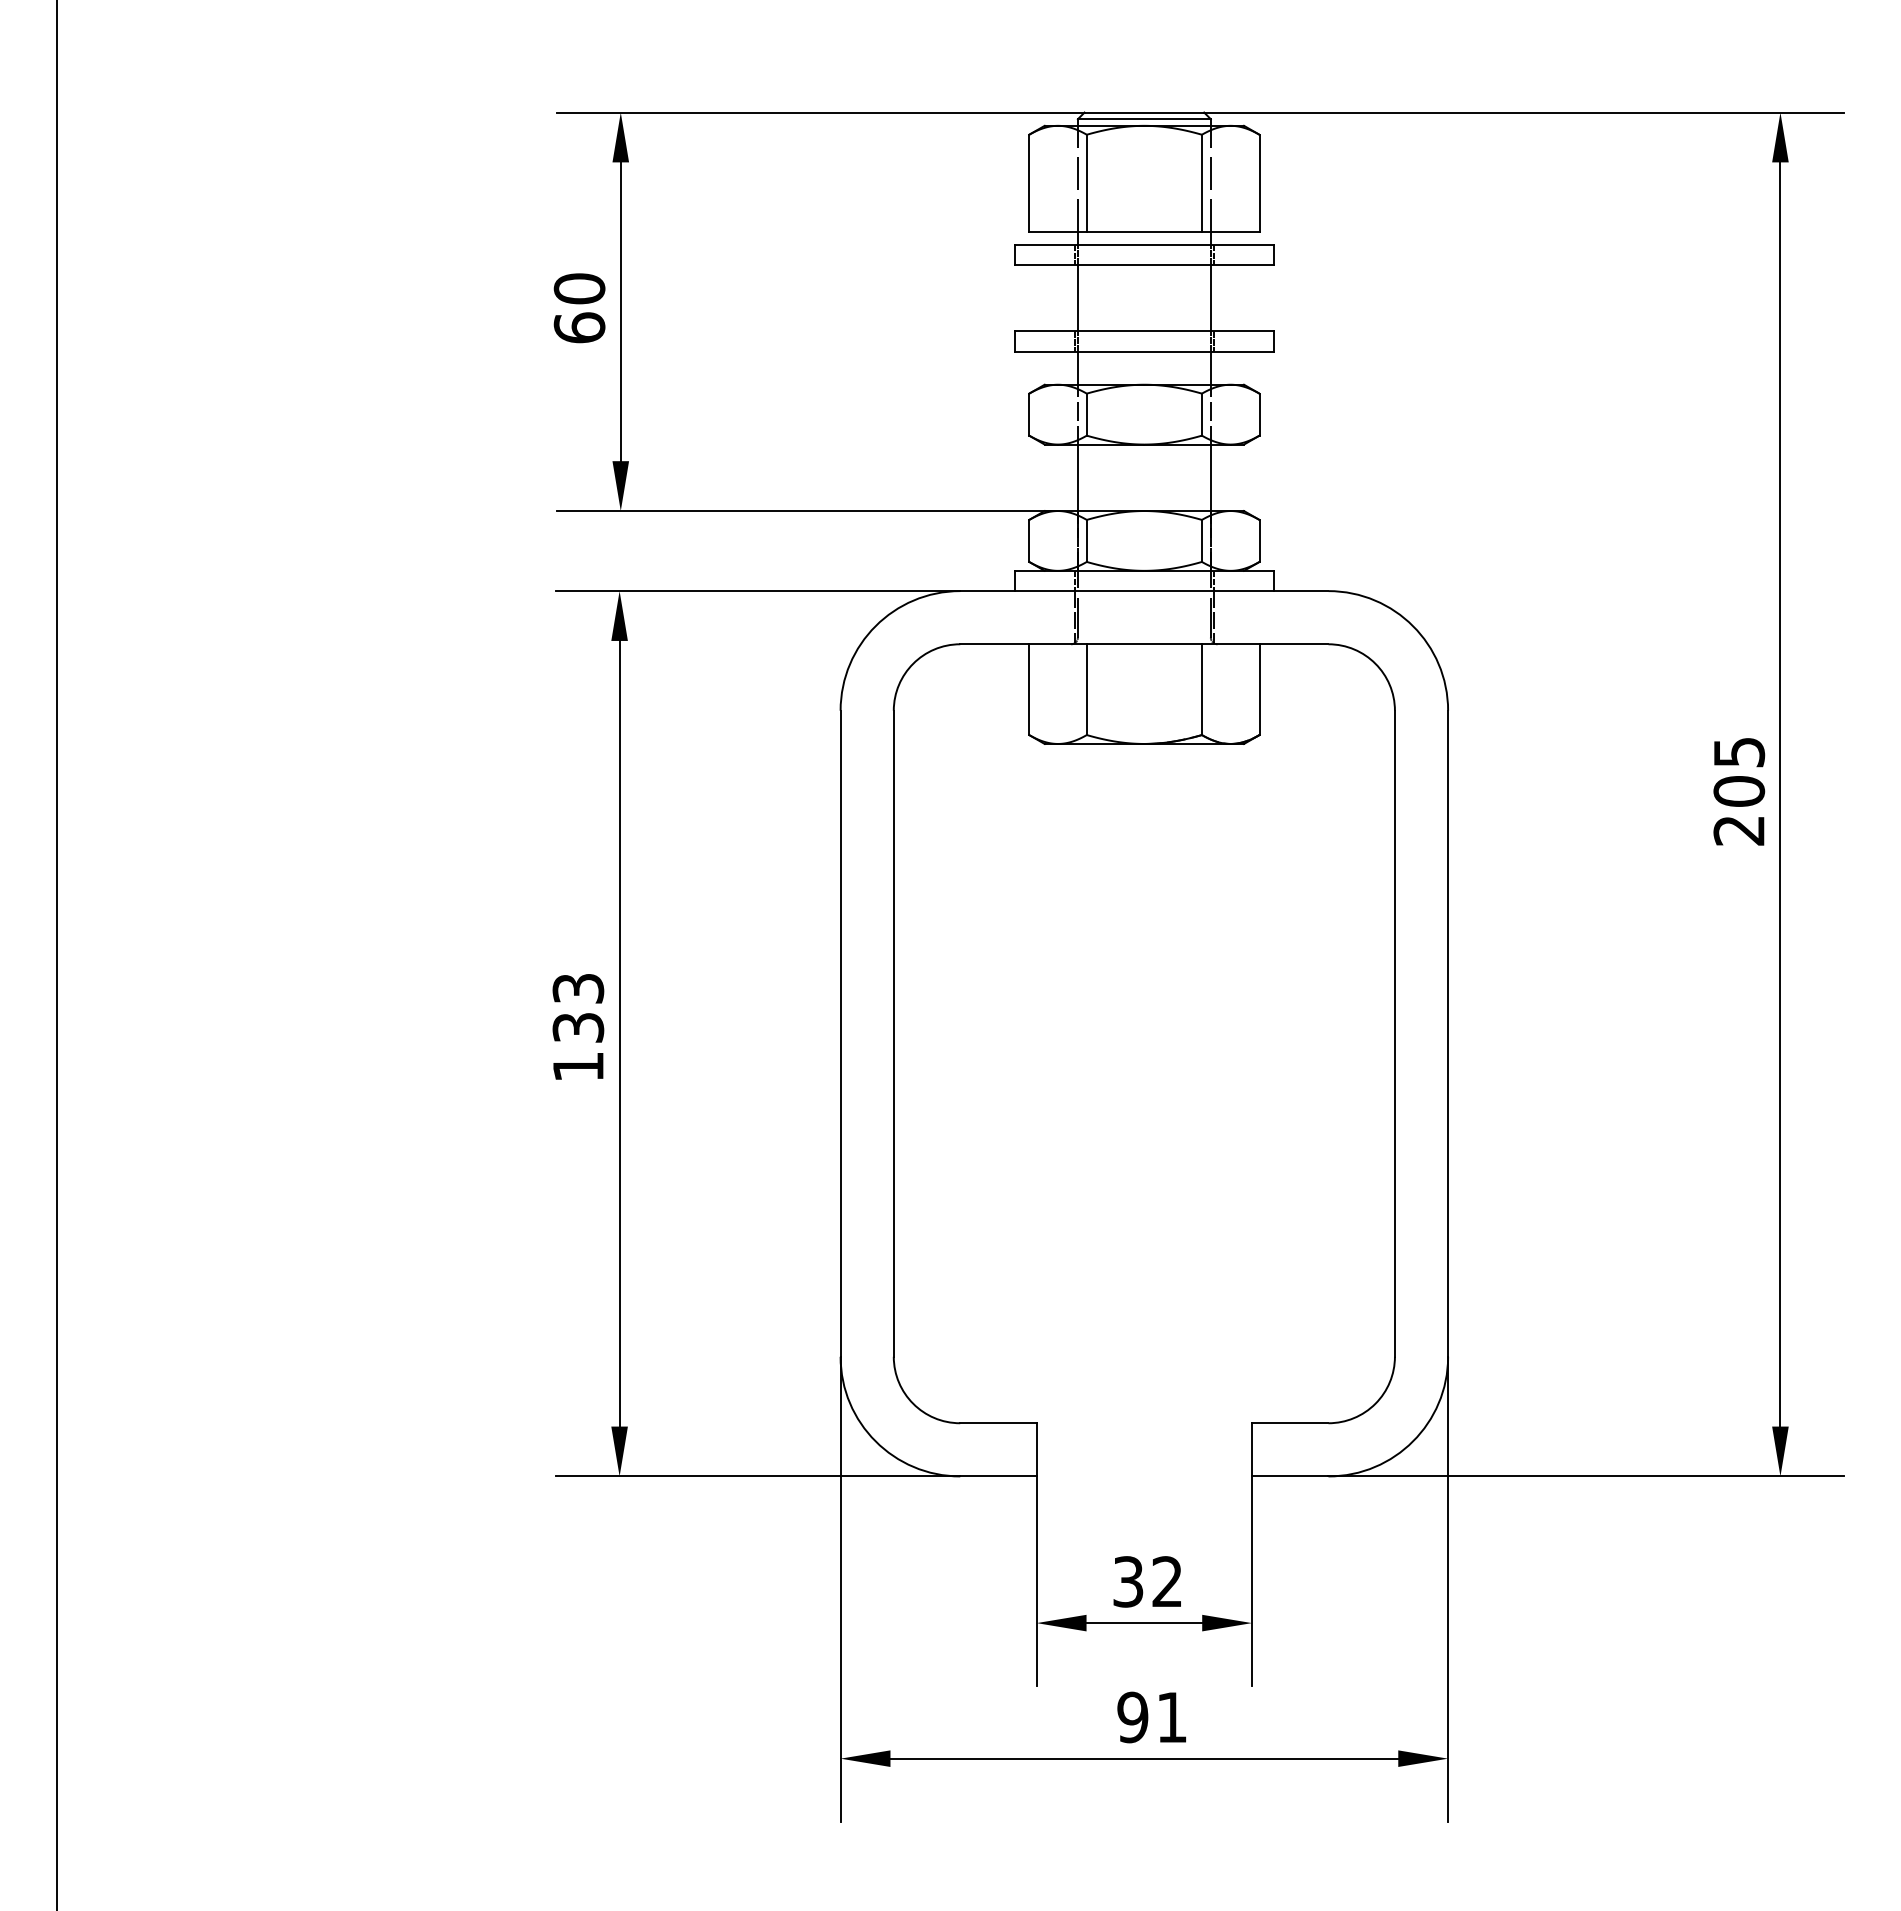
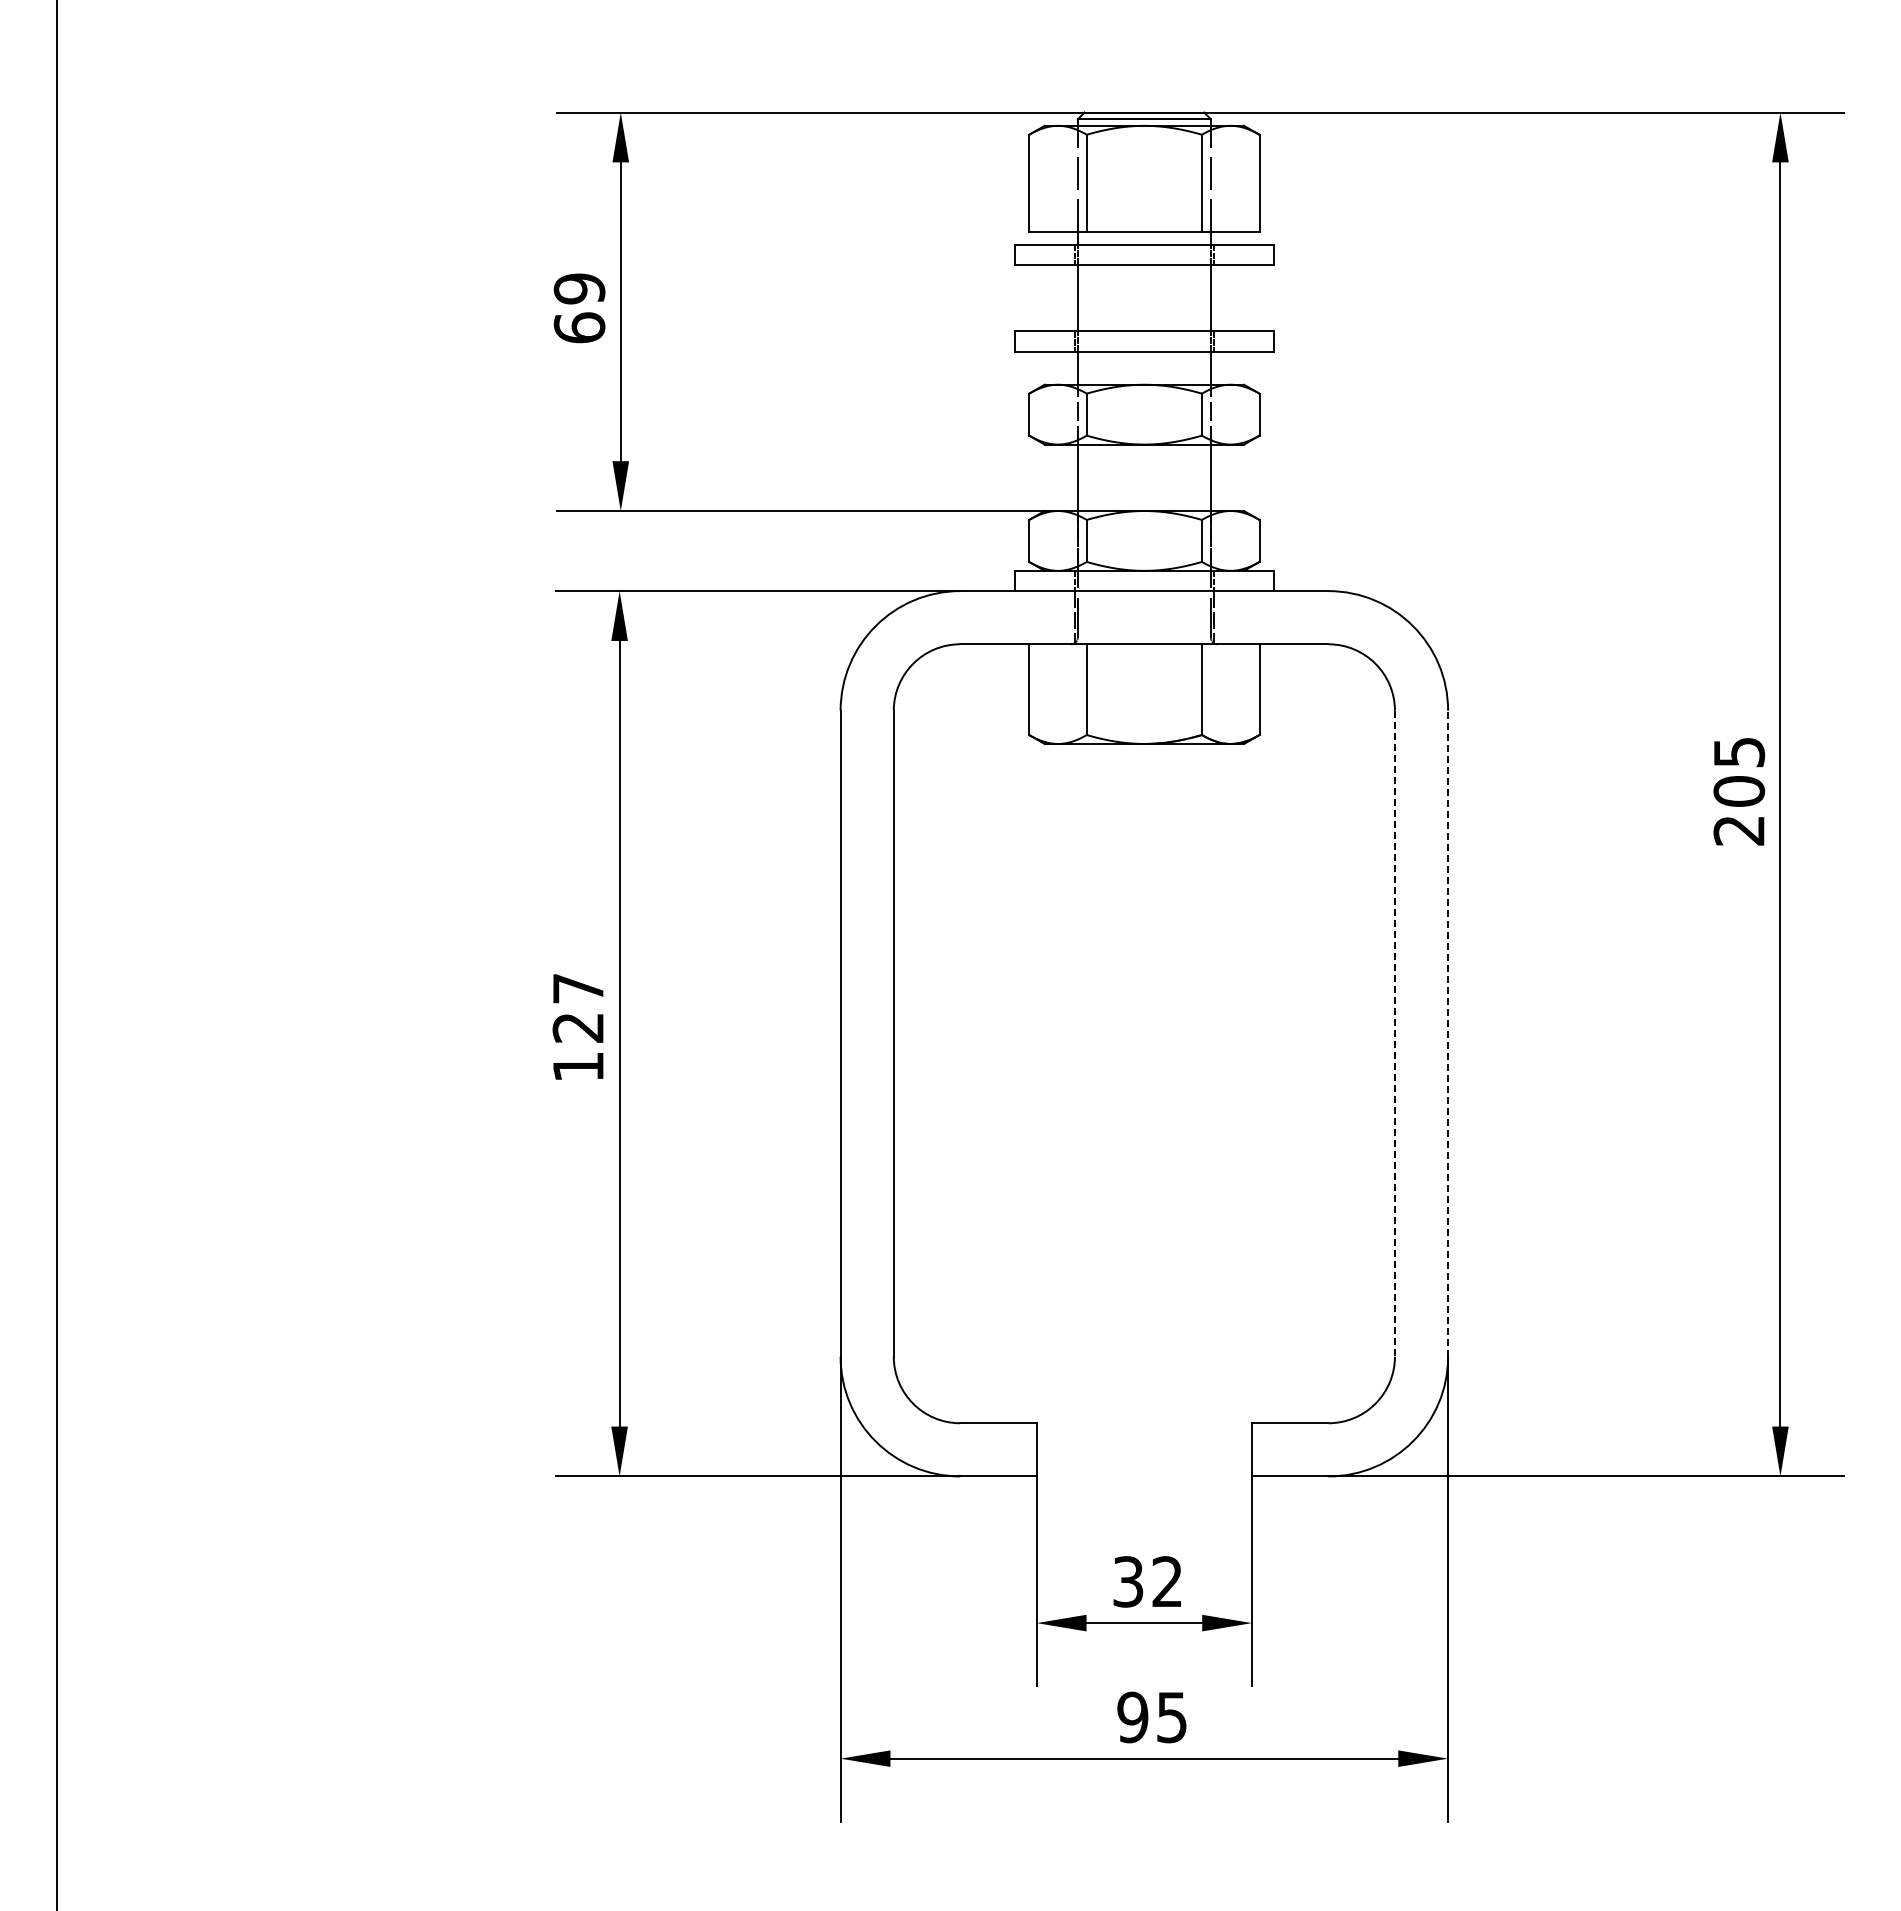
text at (579, 288): 60 -> 69
text at (578, 1008): 133 -> 127
line at (1448, 1033): solid -> dashed
line at (1394, 1034): solid -> dashed
text at (1171, 1717): 91 -> 95
